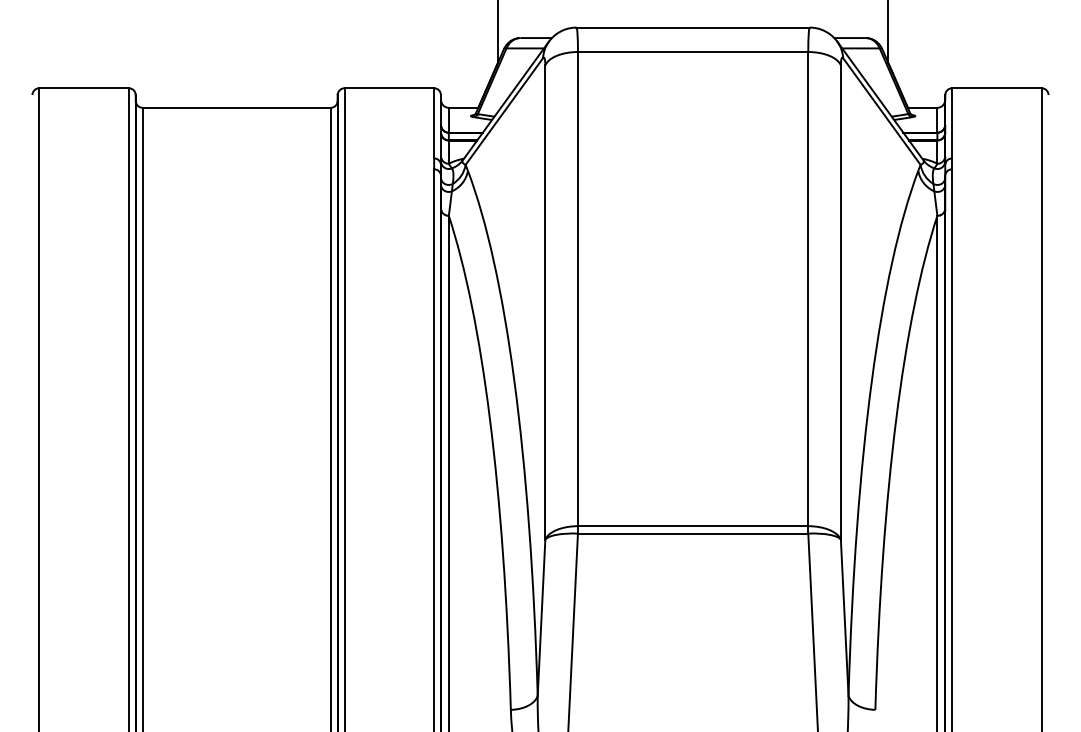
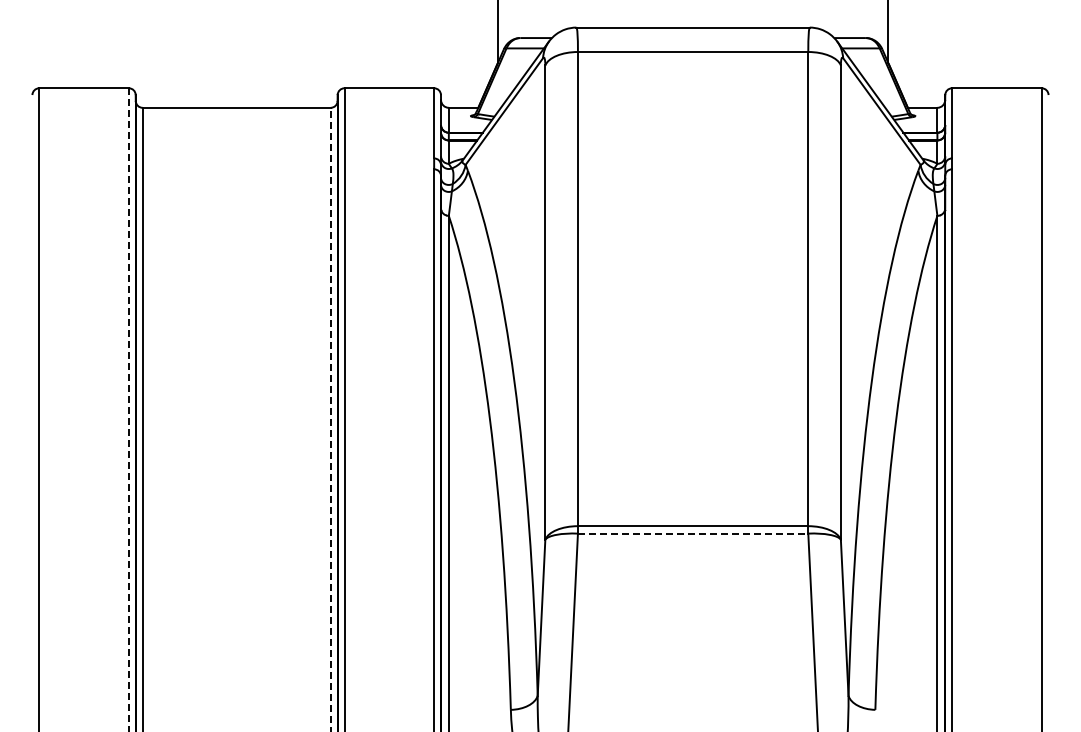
line at (128, 410): solid -> dashed
line at (330, 419): solid -> dashed
line at (693, 533): solid -> dashed
